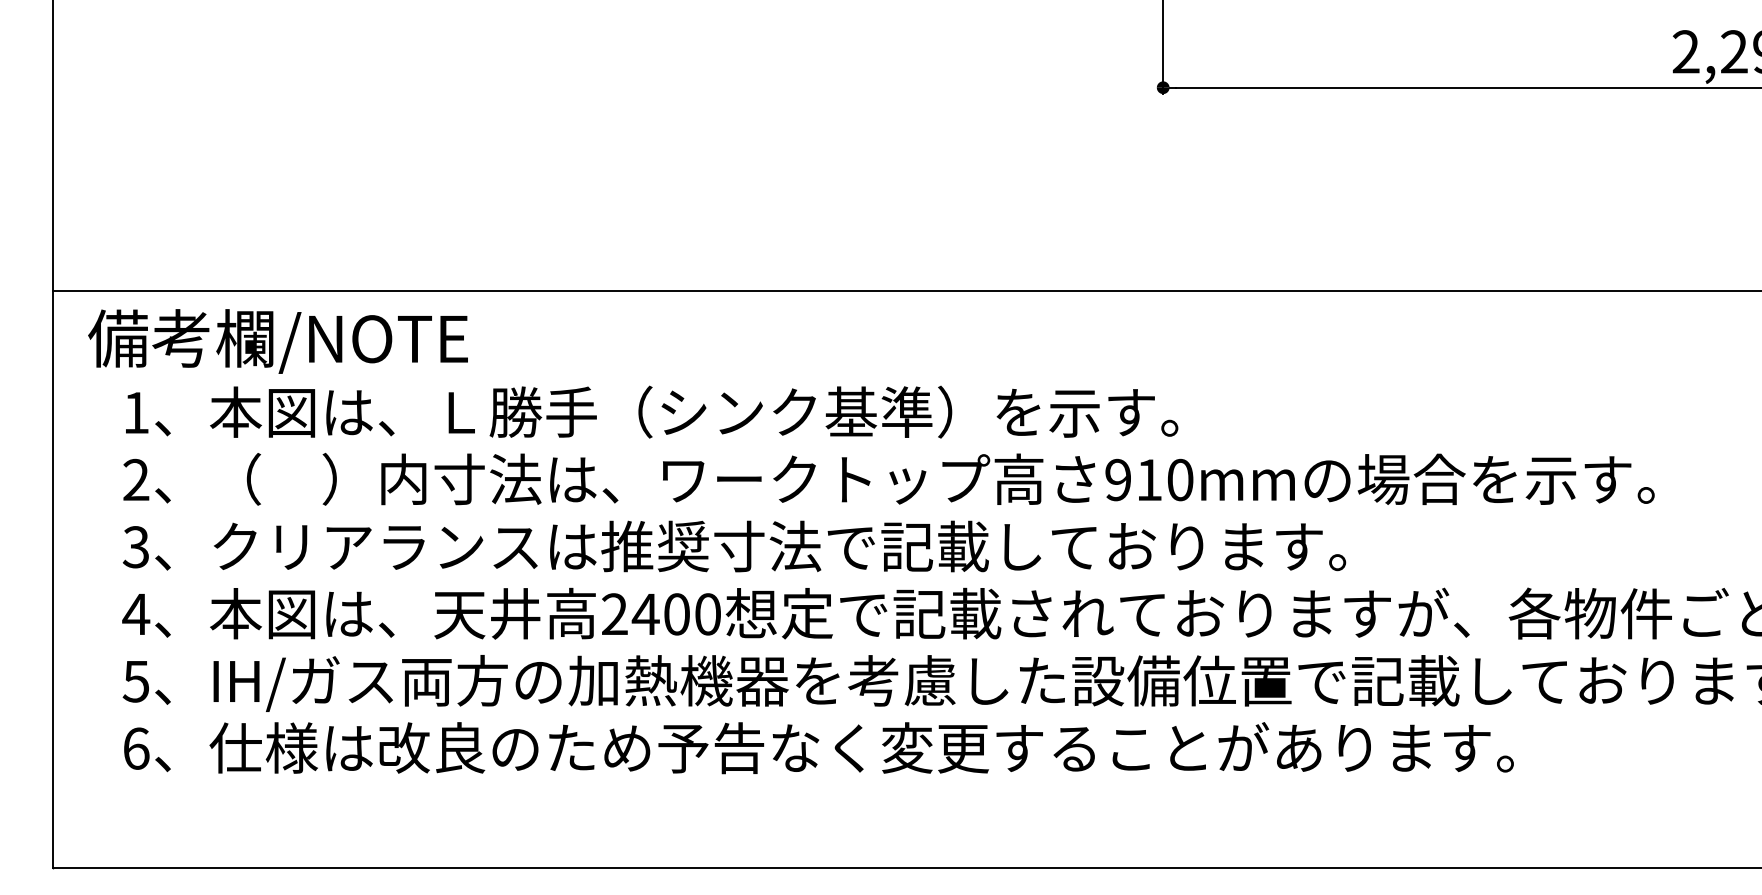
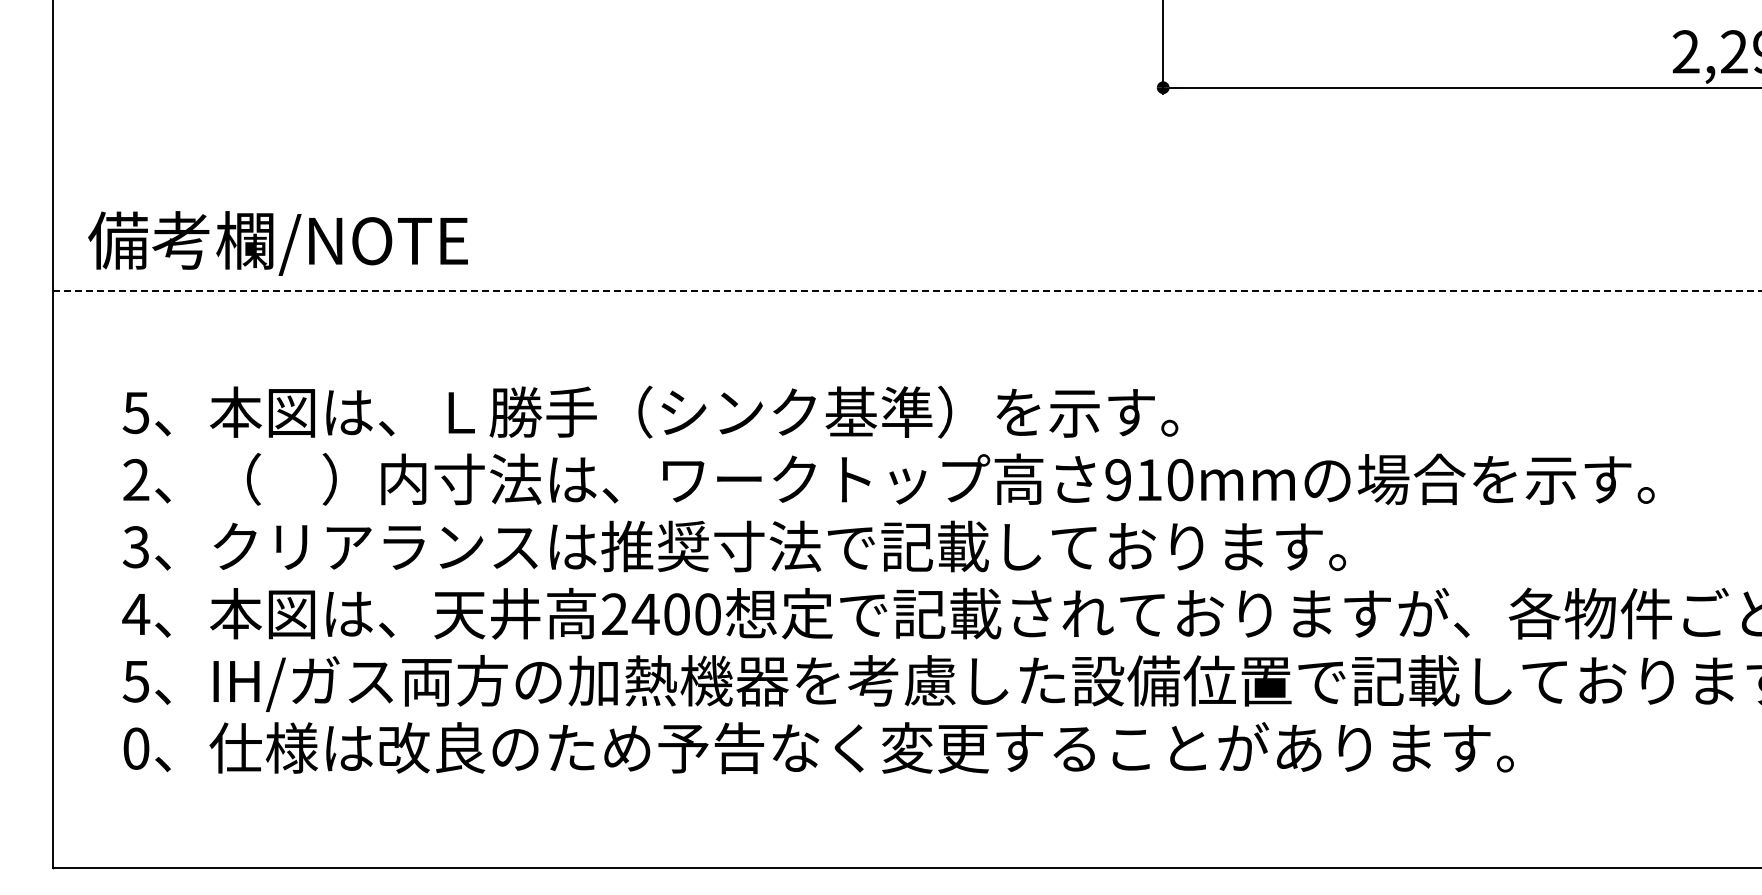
line at (907, 290): solid -> dashed
text at (277, 341) position: (277, 341) -> (277, 243)
text at (135, 413): 1 -> 5
text at (136, 748): 6 -> 0
